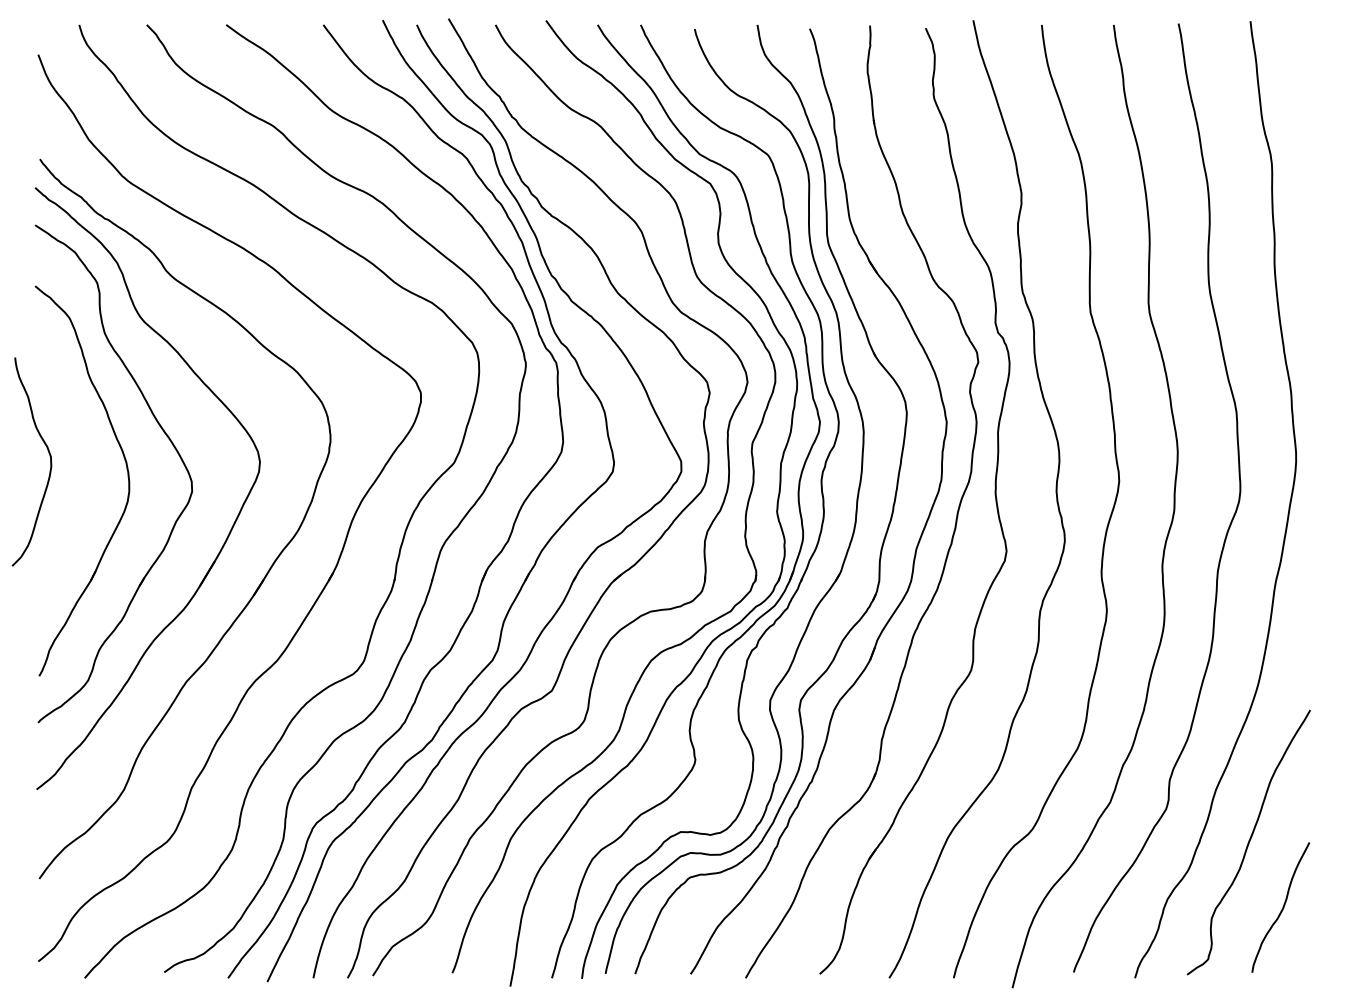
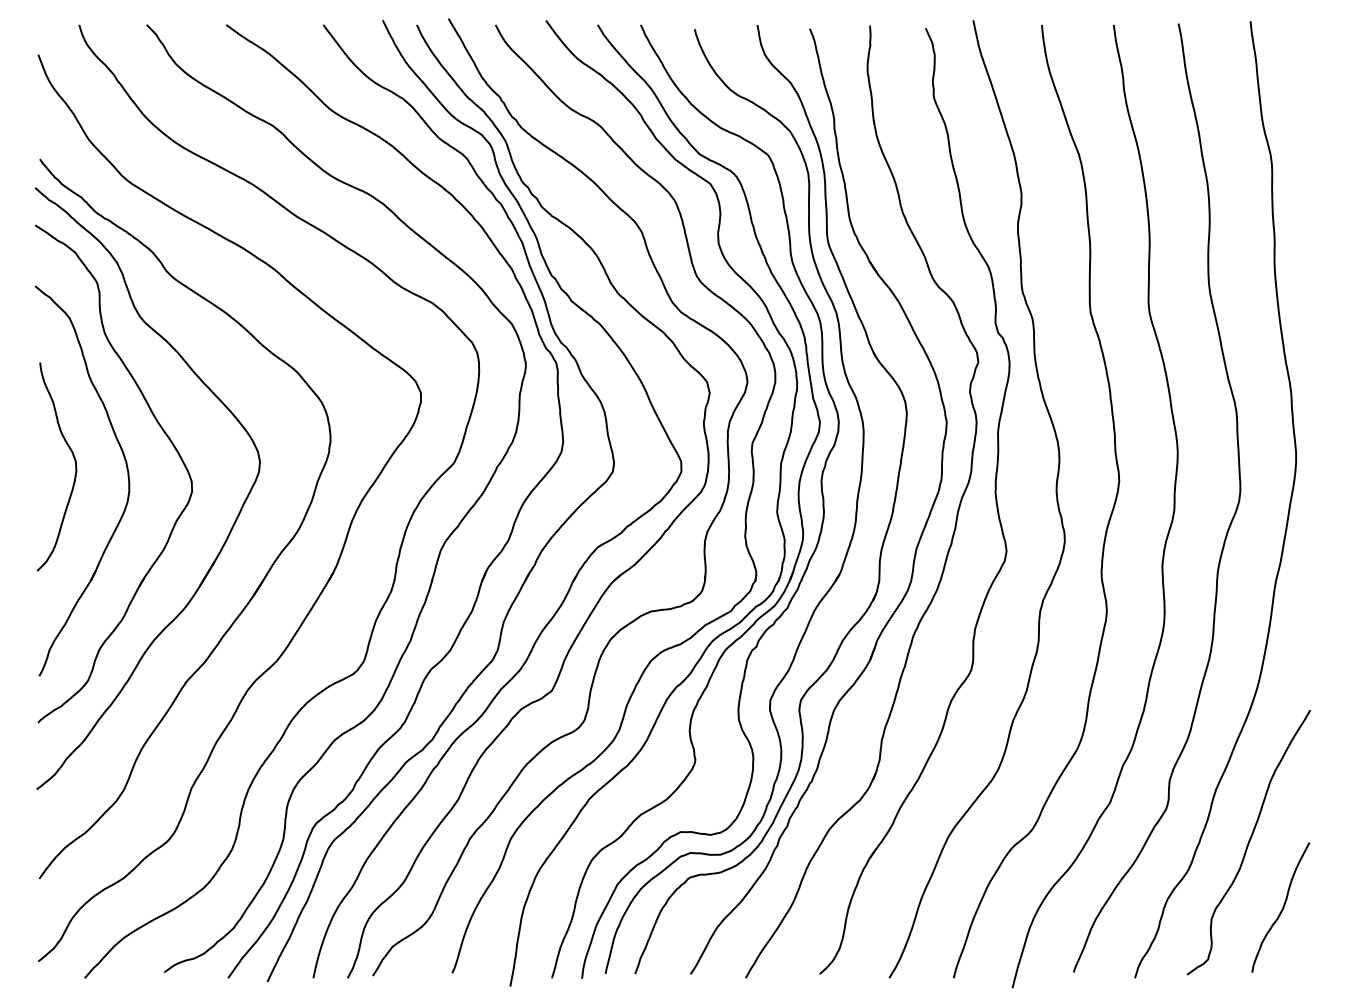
curve at (49, 456) position: (49, 456) -> (74, 461)
